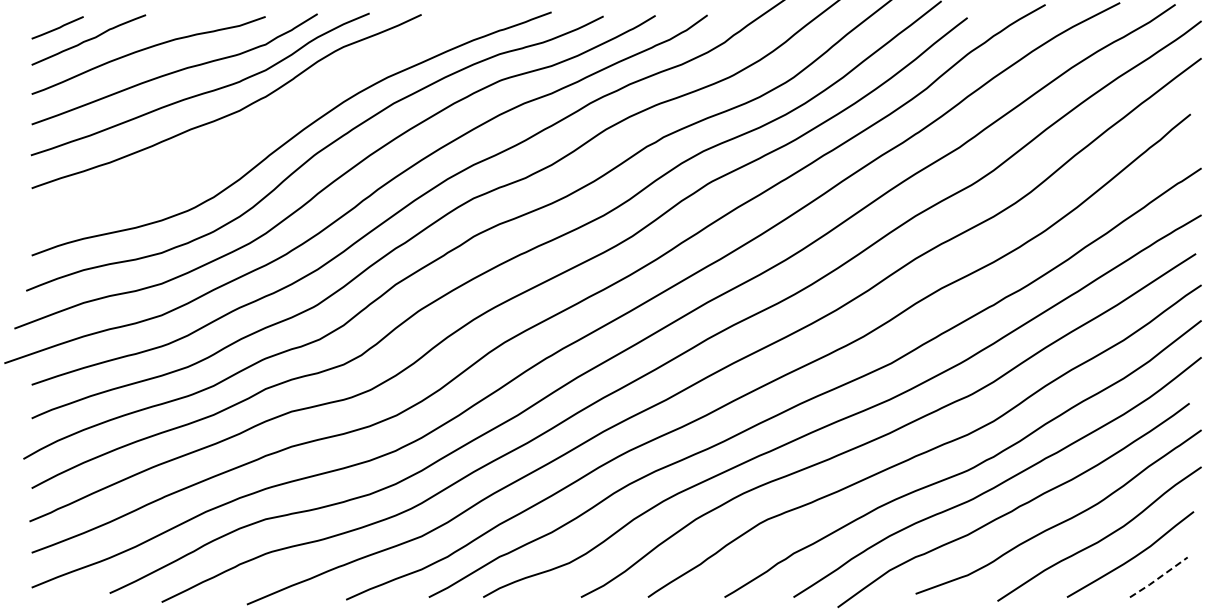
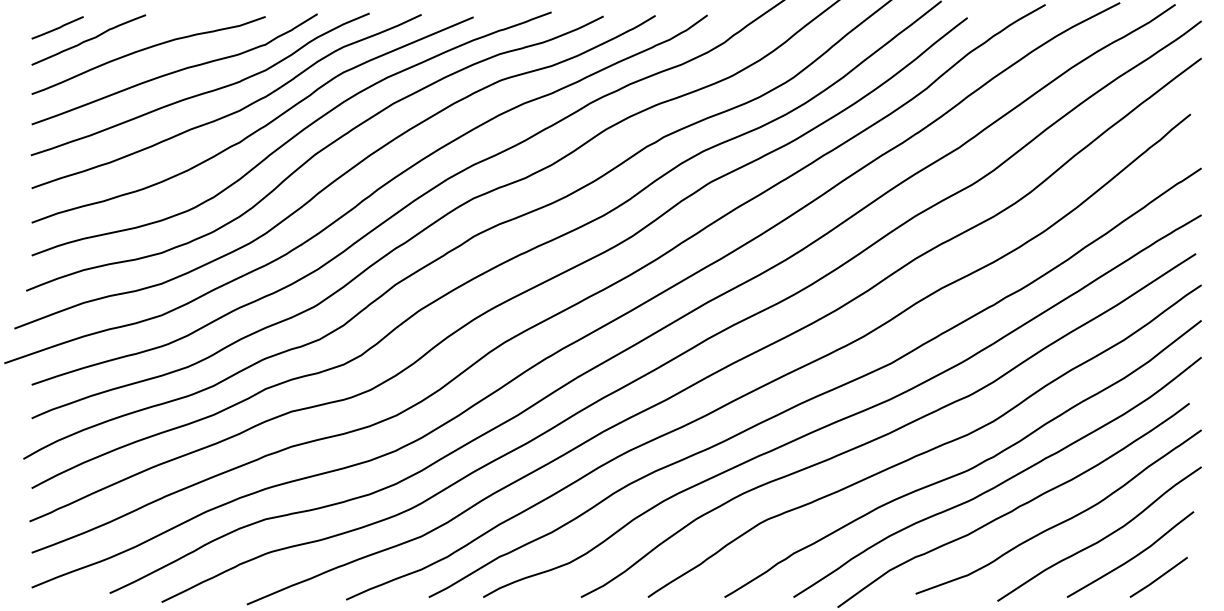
curve at (258, 128): none -> present
line at (1158, 578): dashed -> solid
